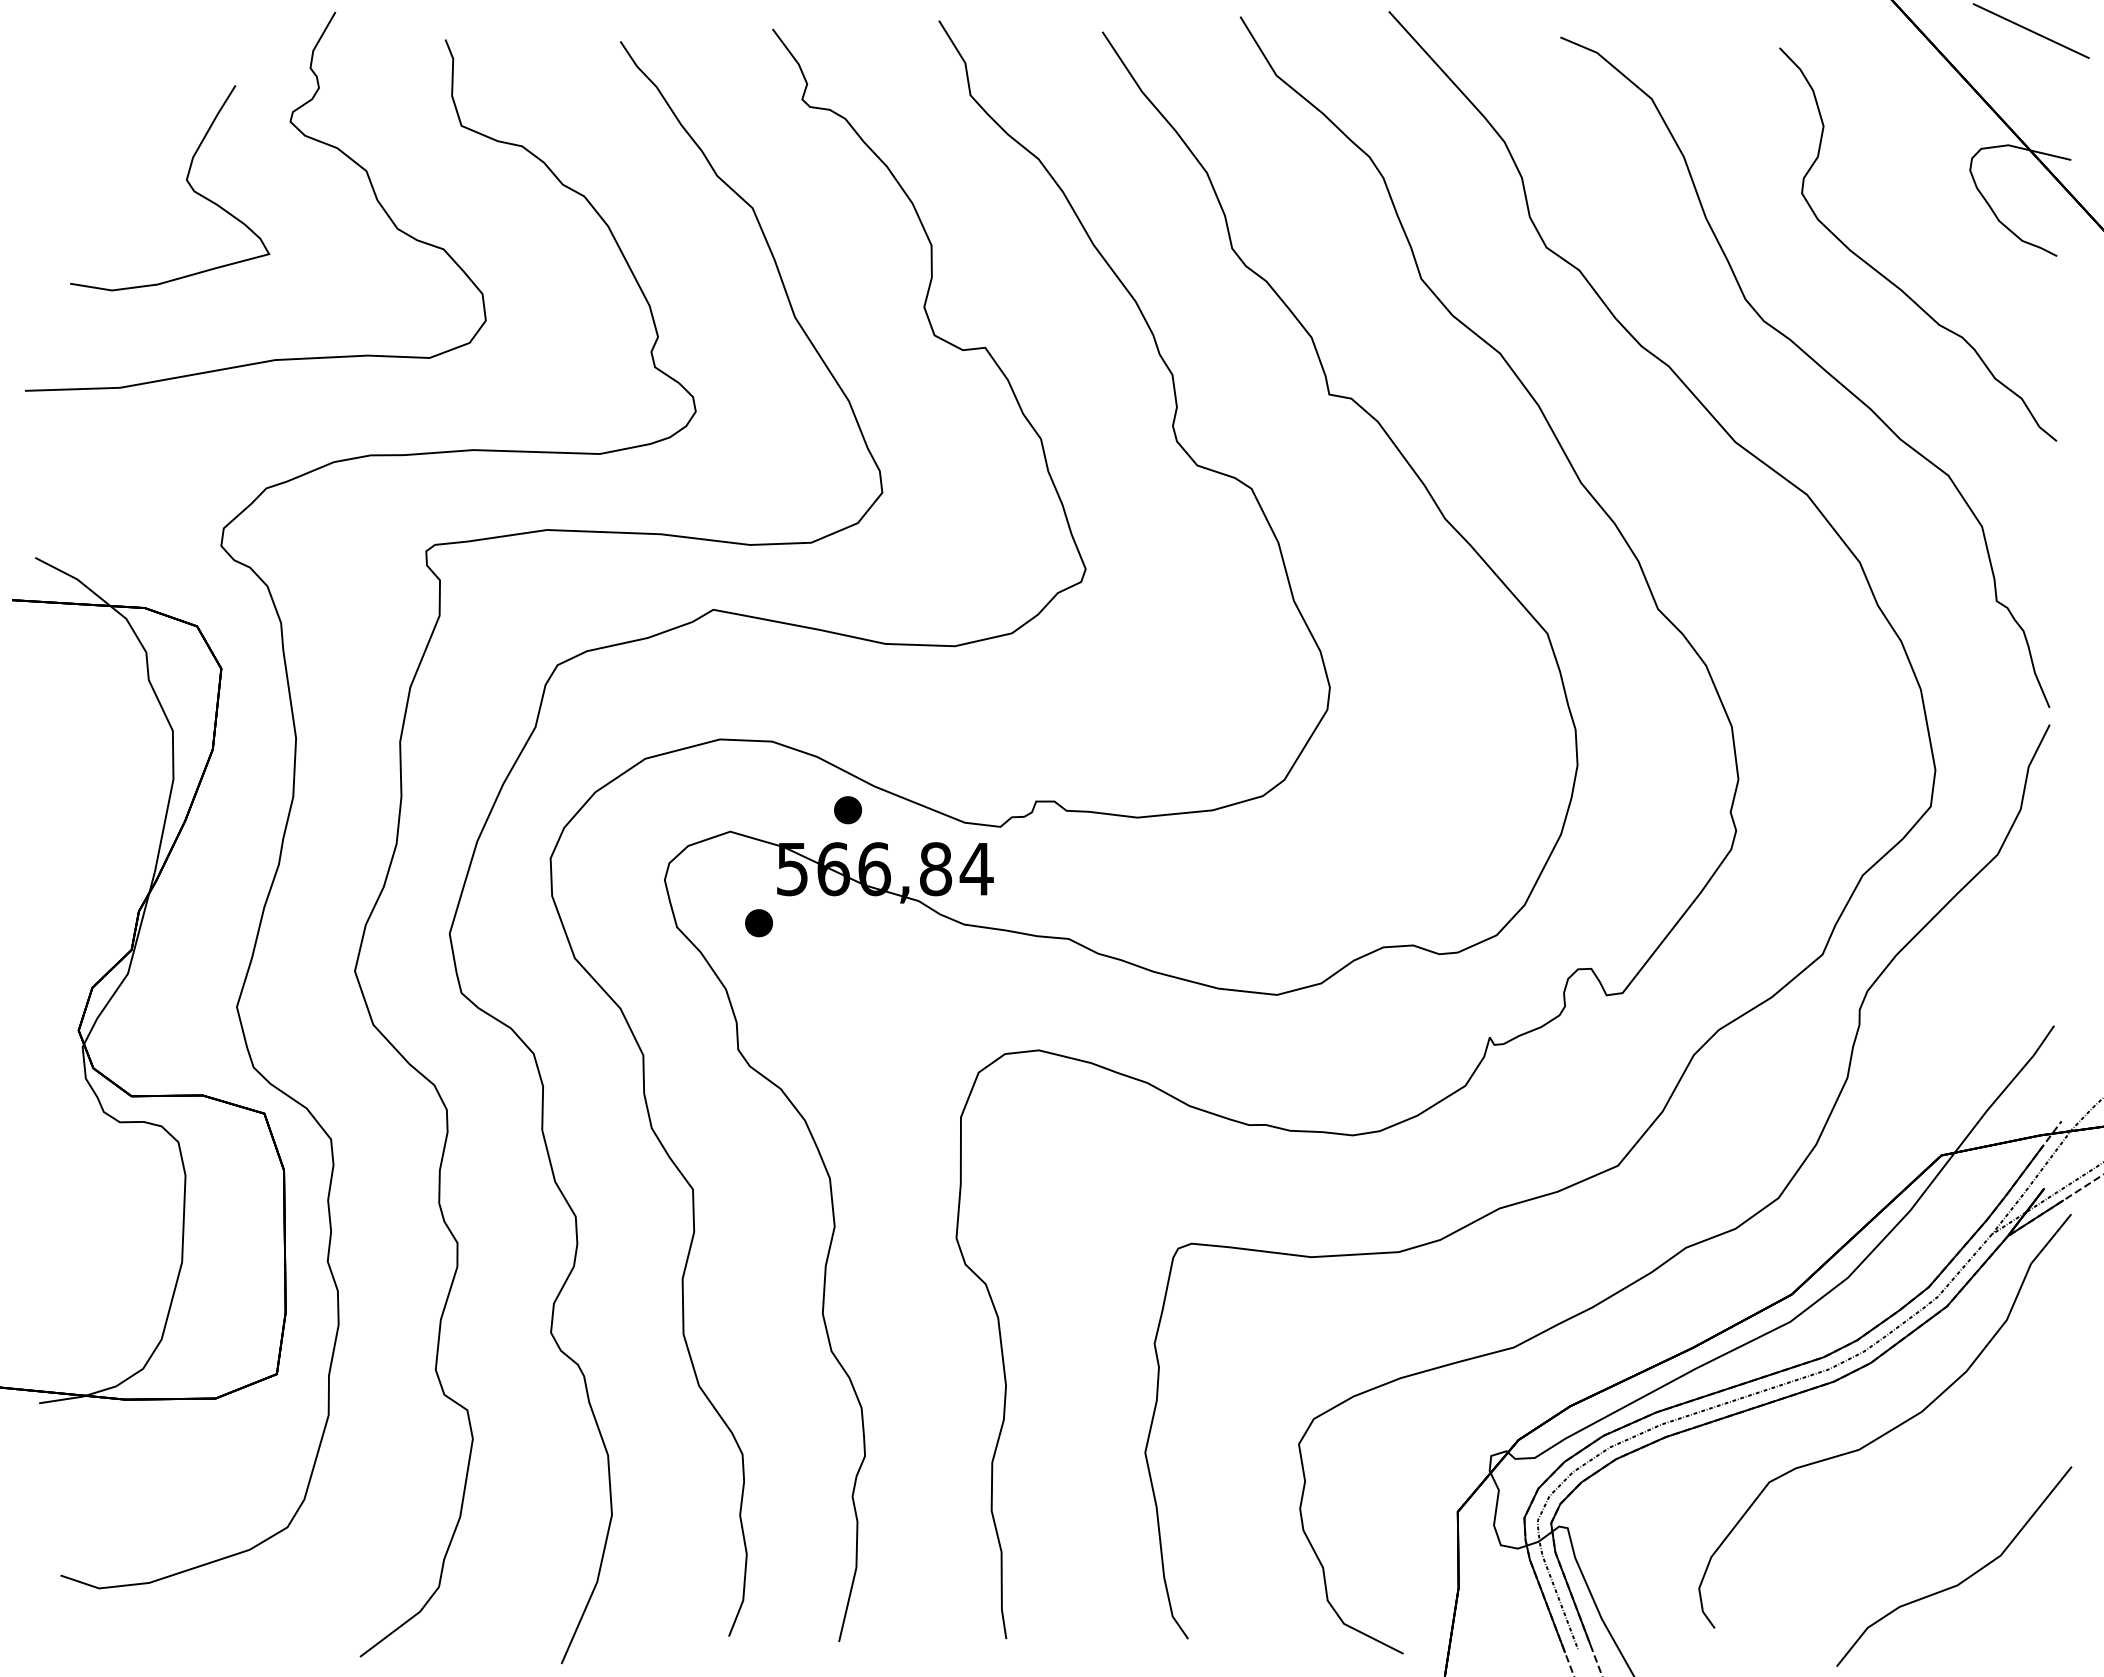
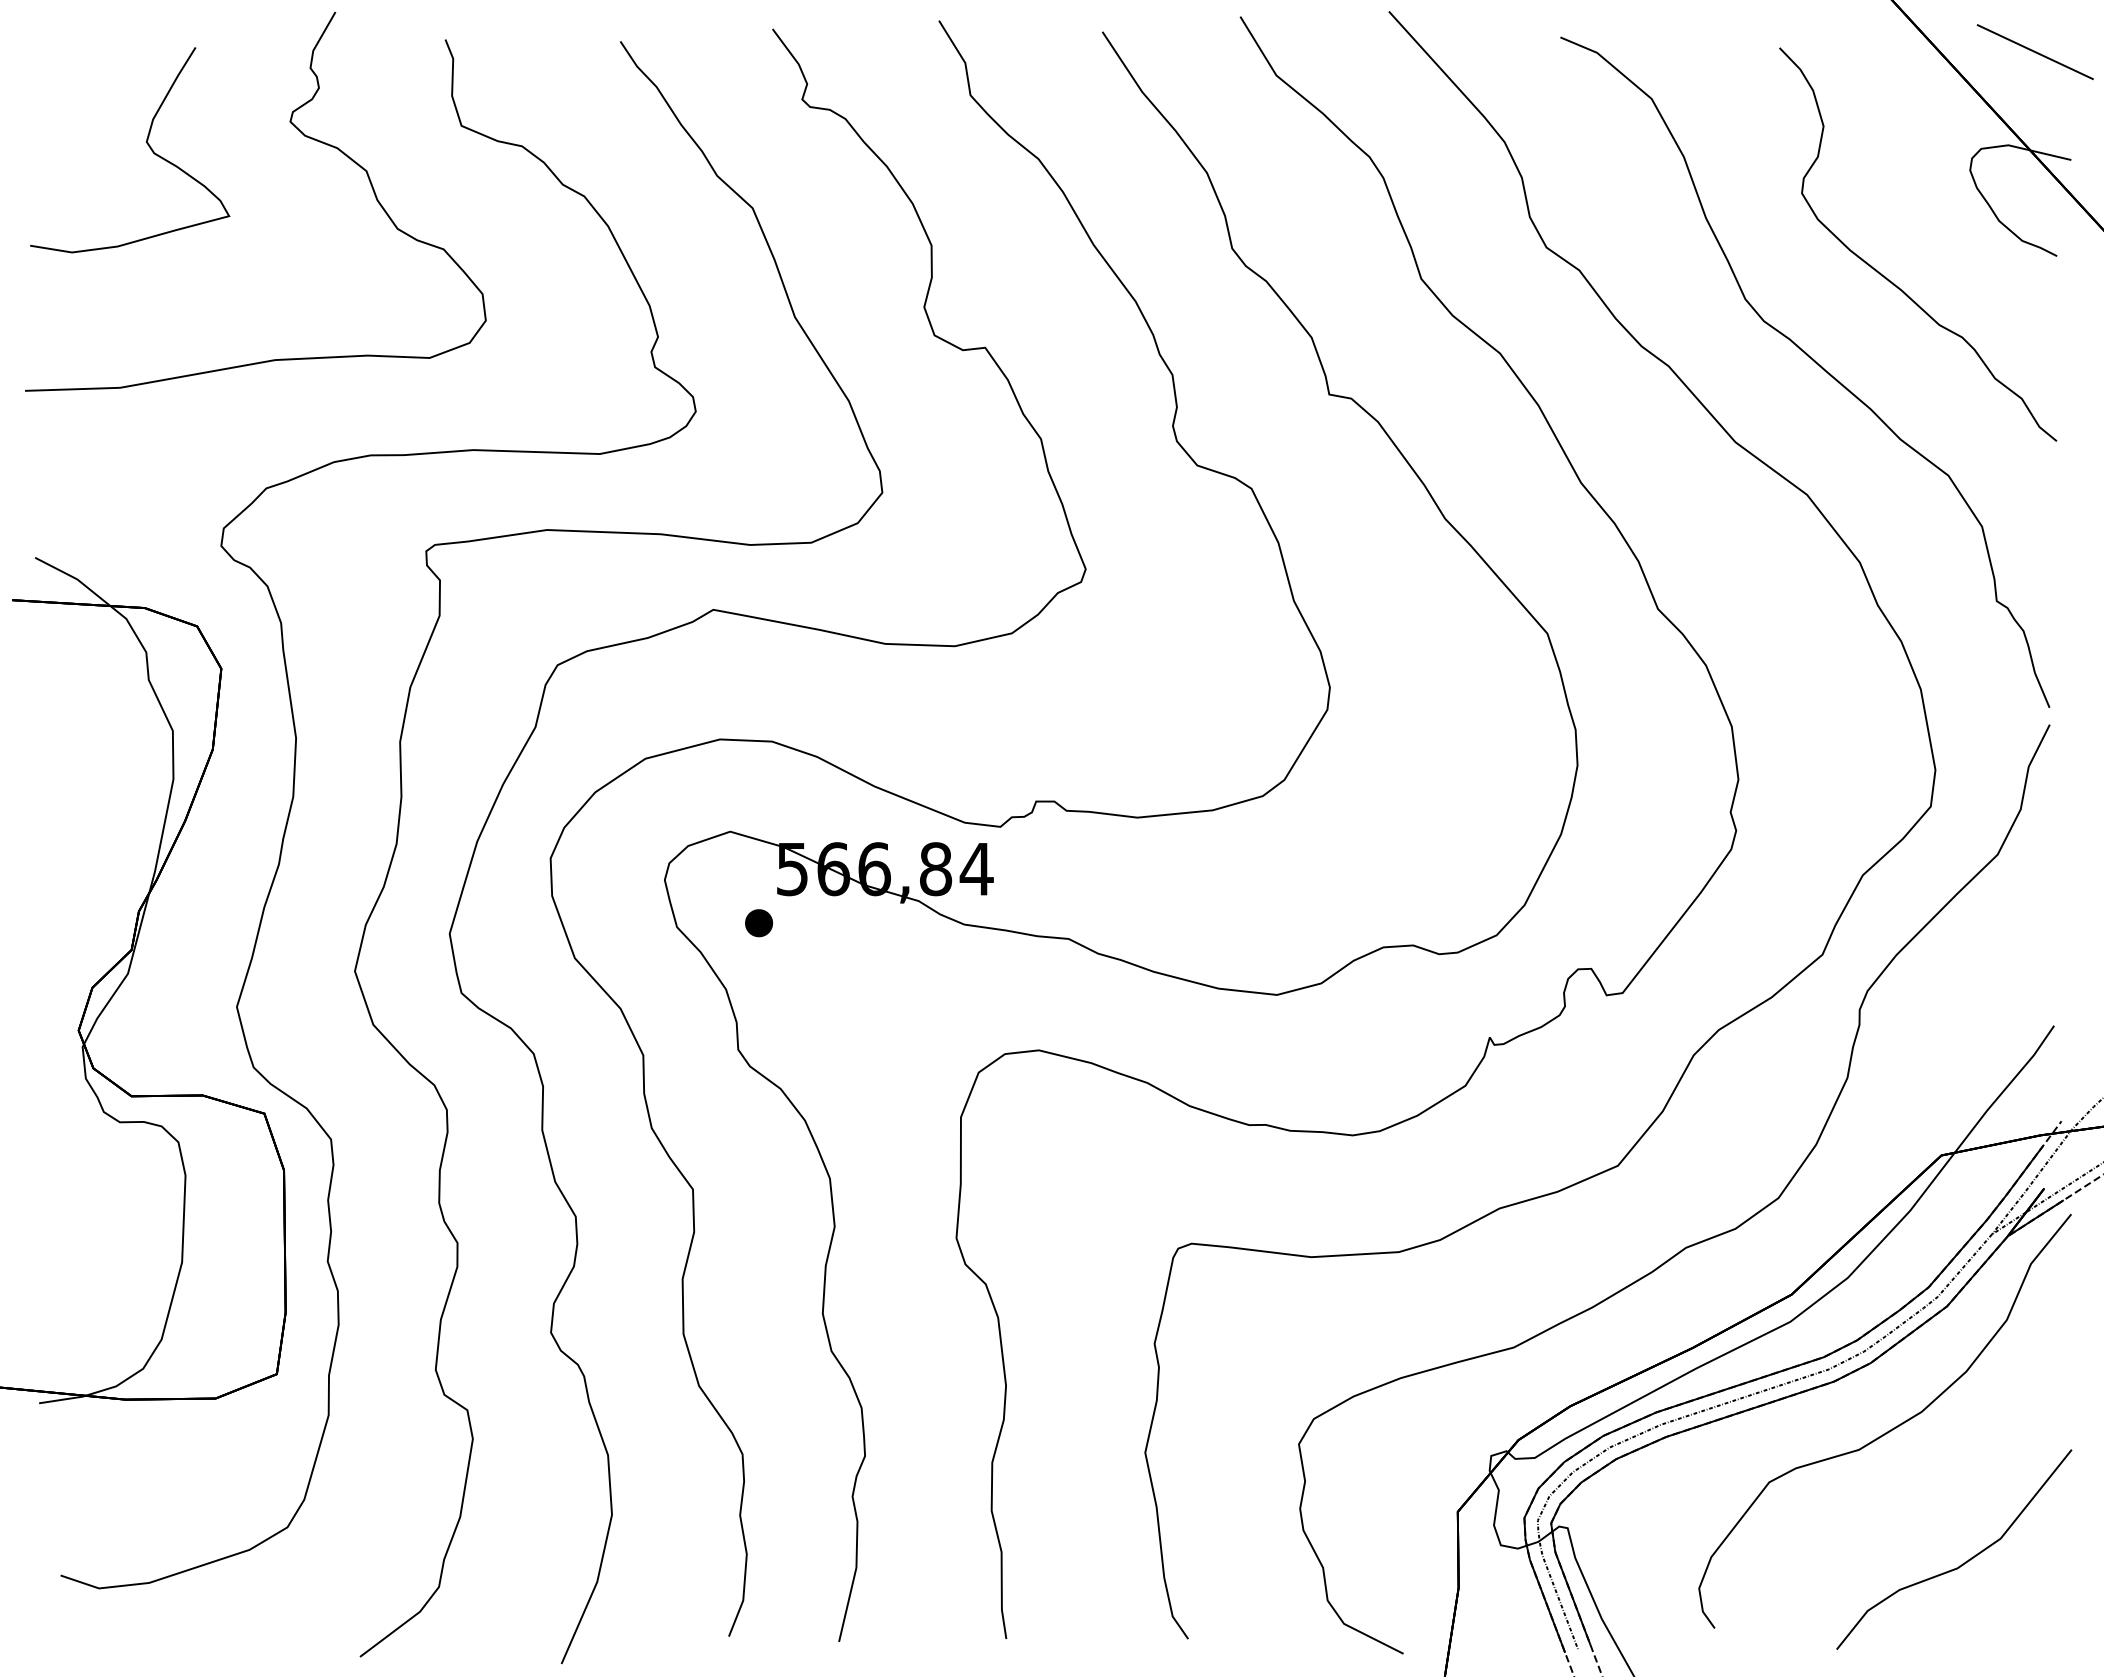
line at (2030, 30) position: (2030, 30) -> (2034, 51)
curve at (186, 181) position: (186, 181) -> (146, 143)
part at (847, 810): present -> none
curve at (1962, 1580) position: (1962, 1580) -> (1962, 1563)
